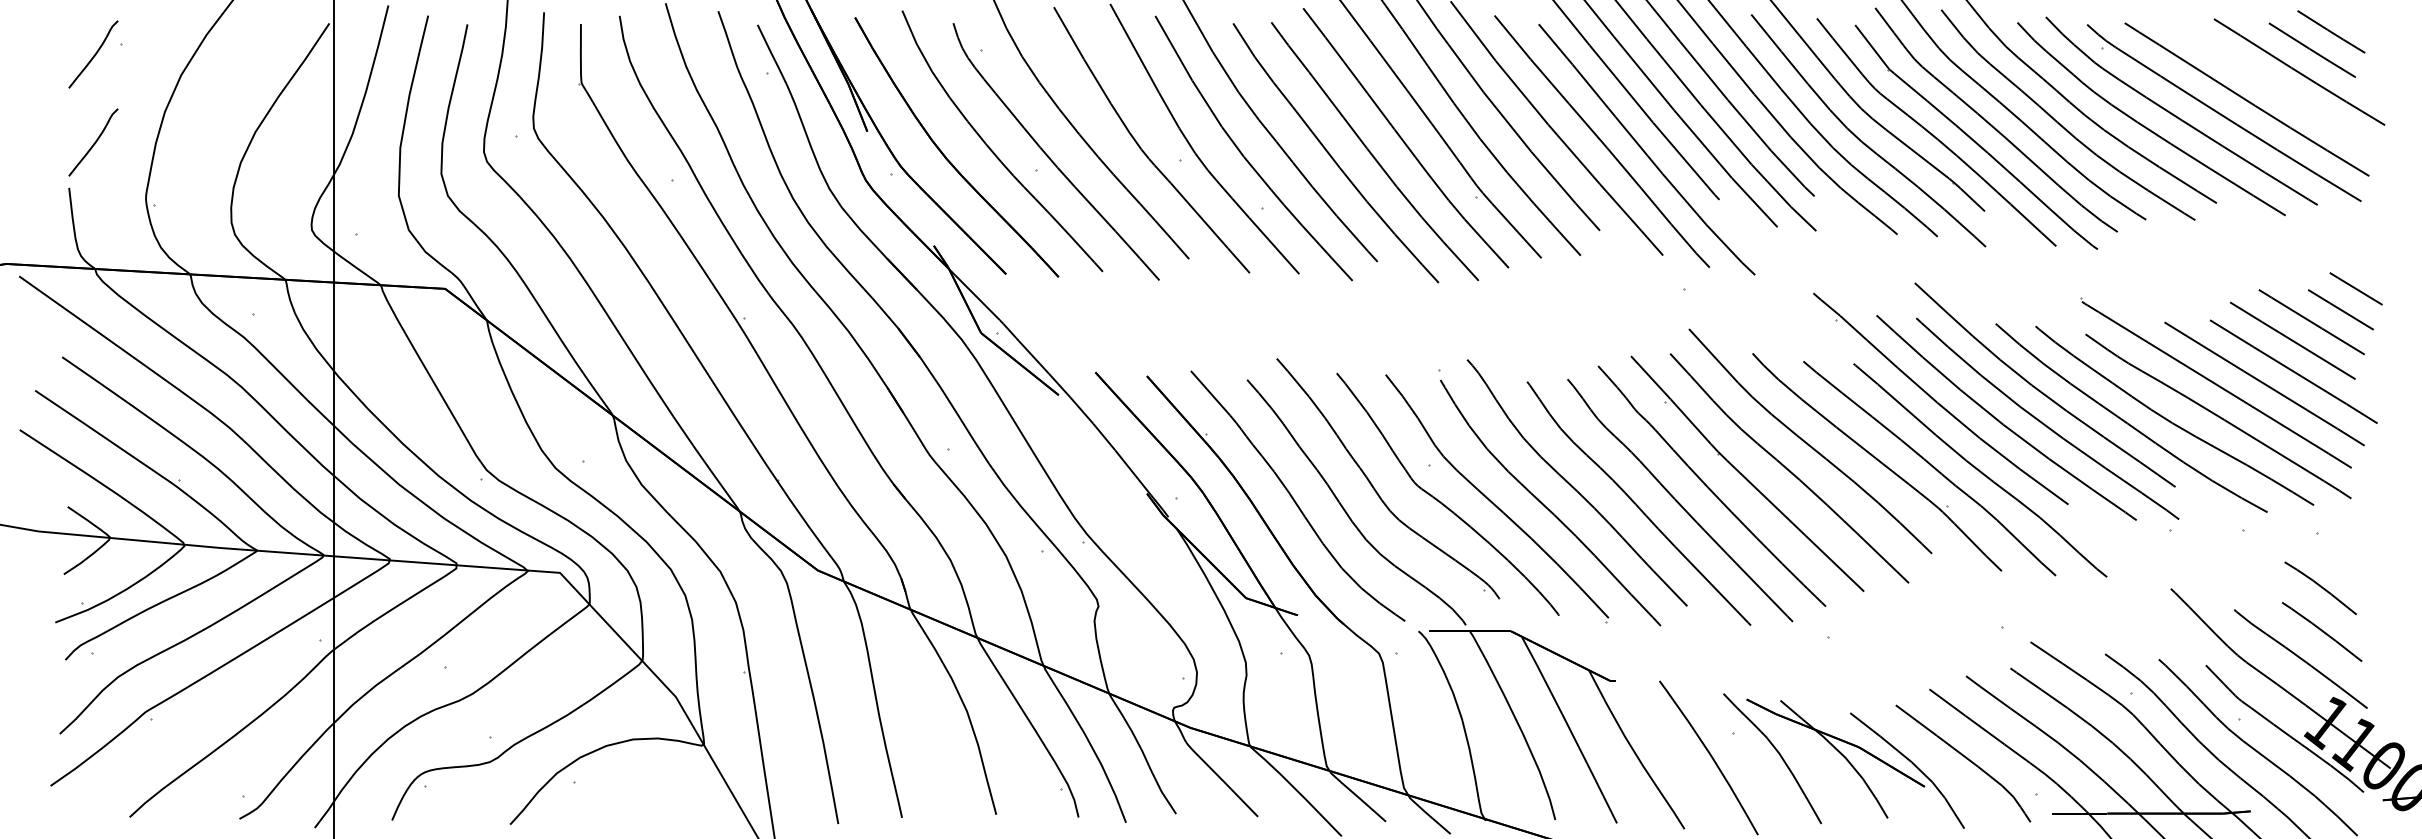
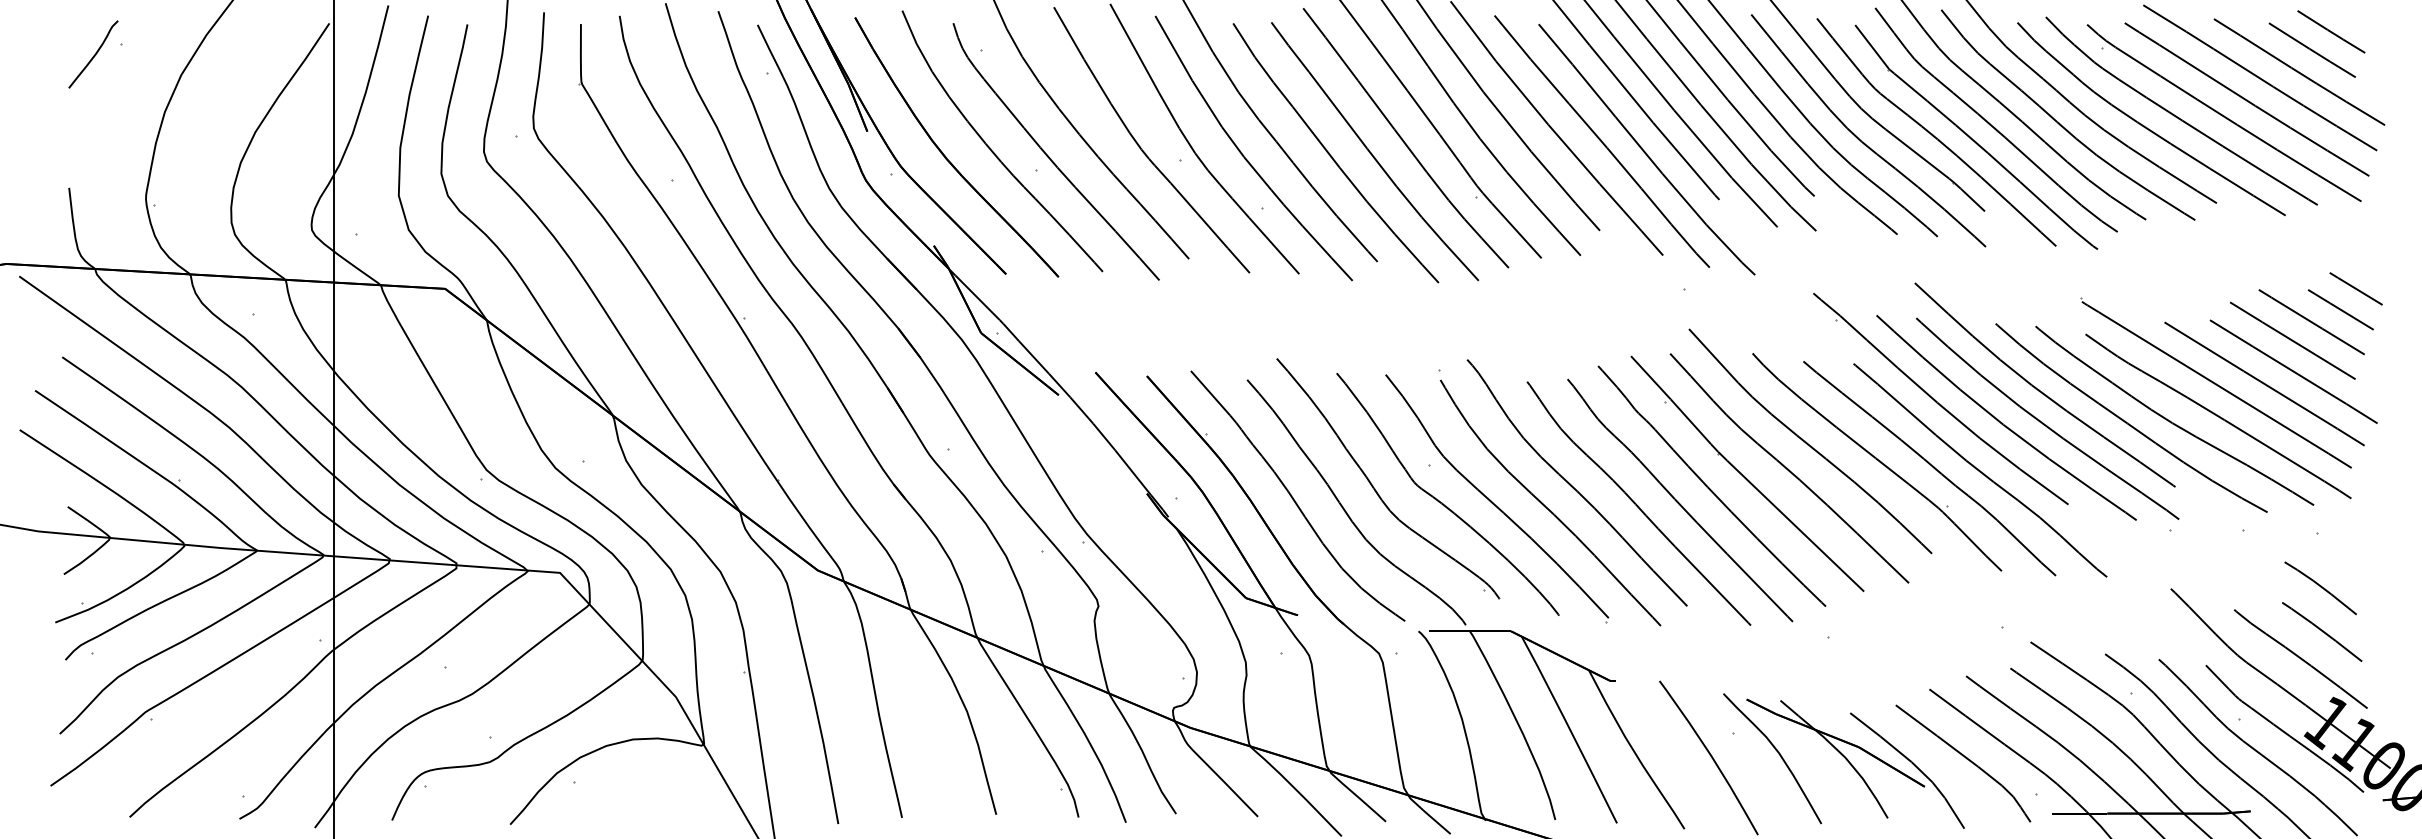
curve at (2260, 77): none -> present
curve at (94, 142): present -> none
